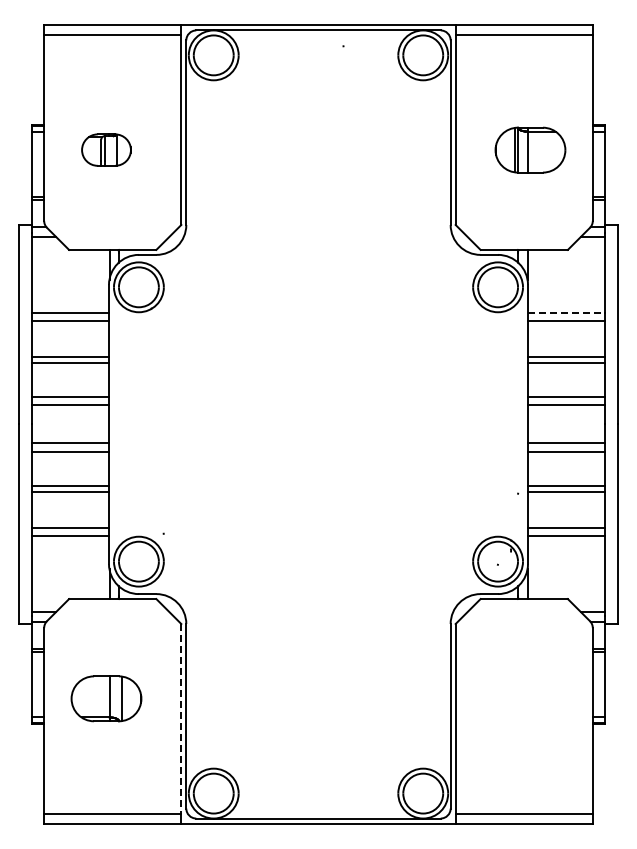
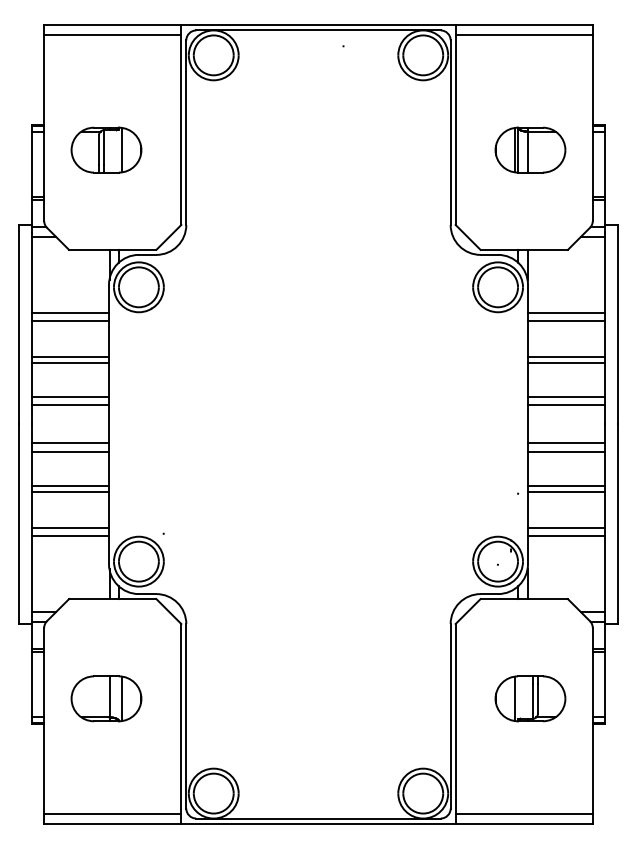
part at (106, 149) size: 51x34 px -> 73x48 px
line at (566, 313): dashed -> solid
part at (530, 698): none -> present
line at (181, 718): dashed -> solid
